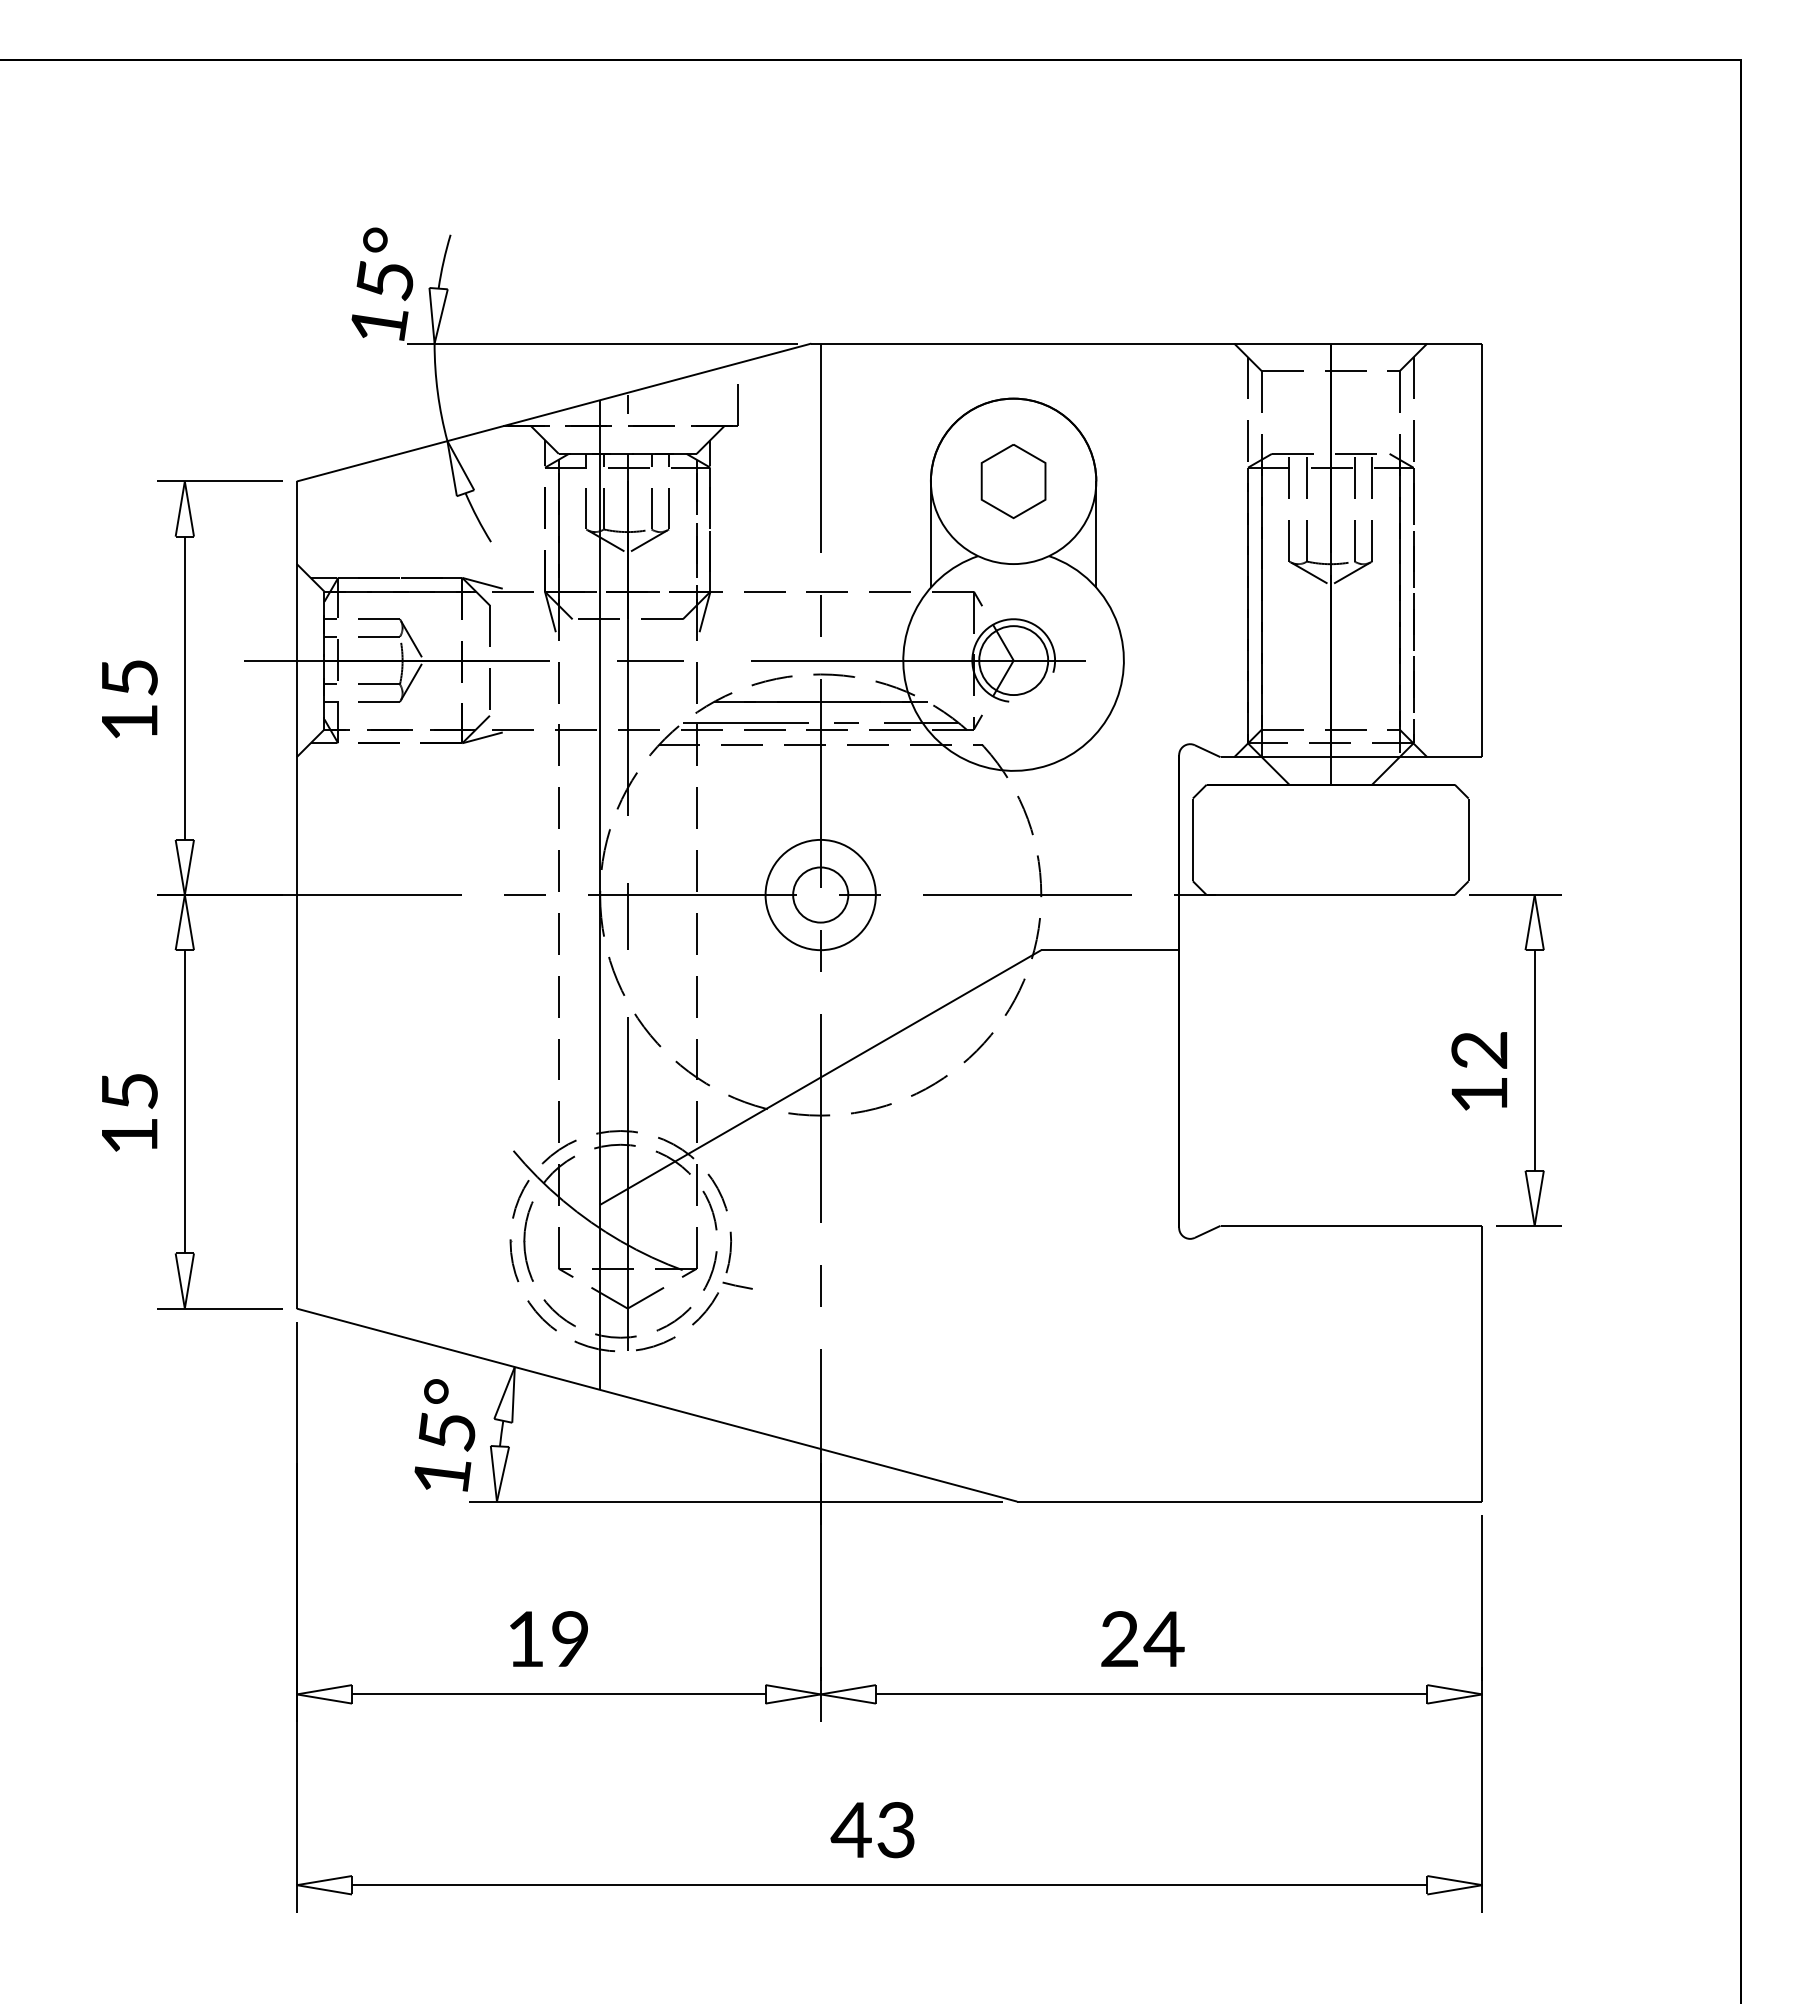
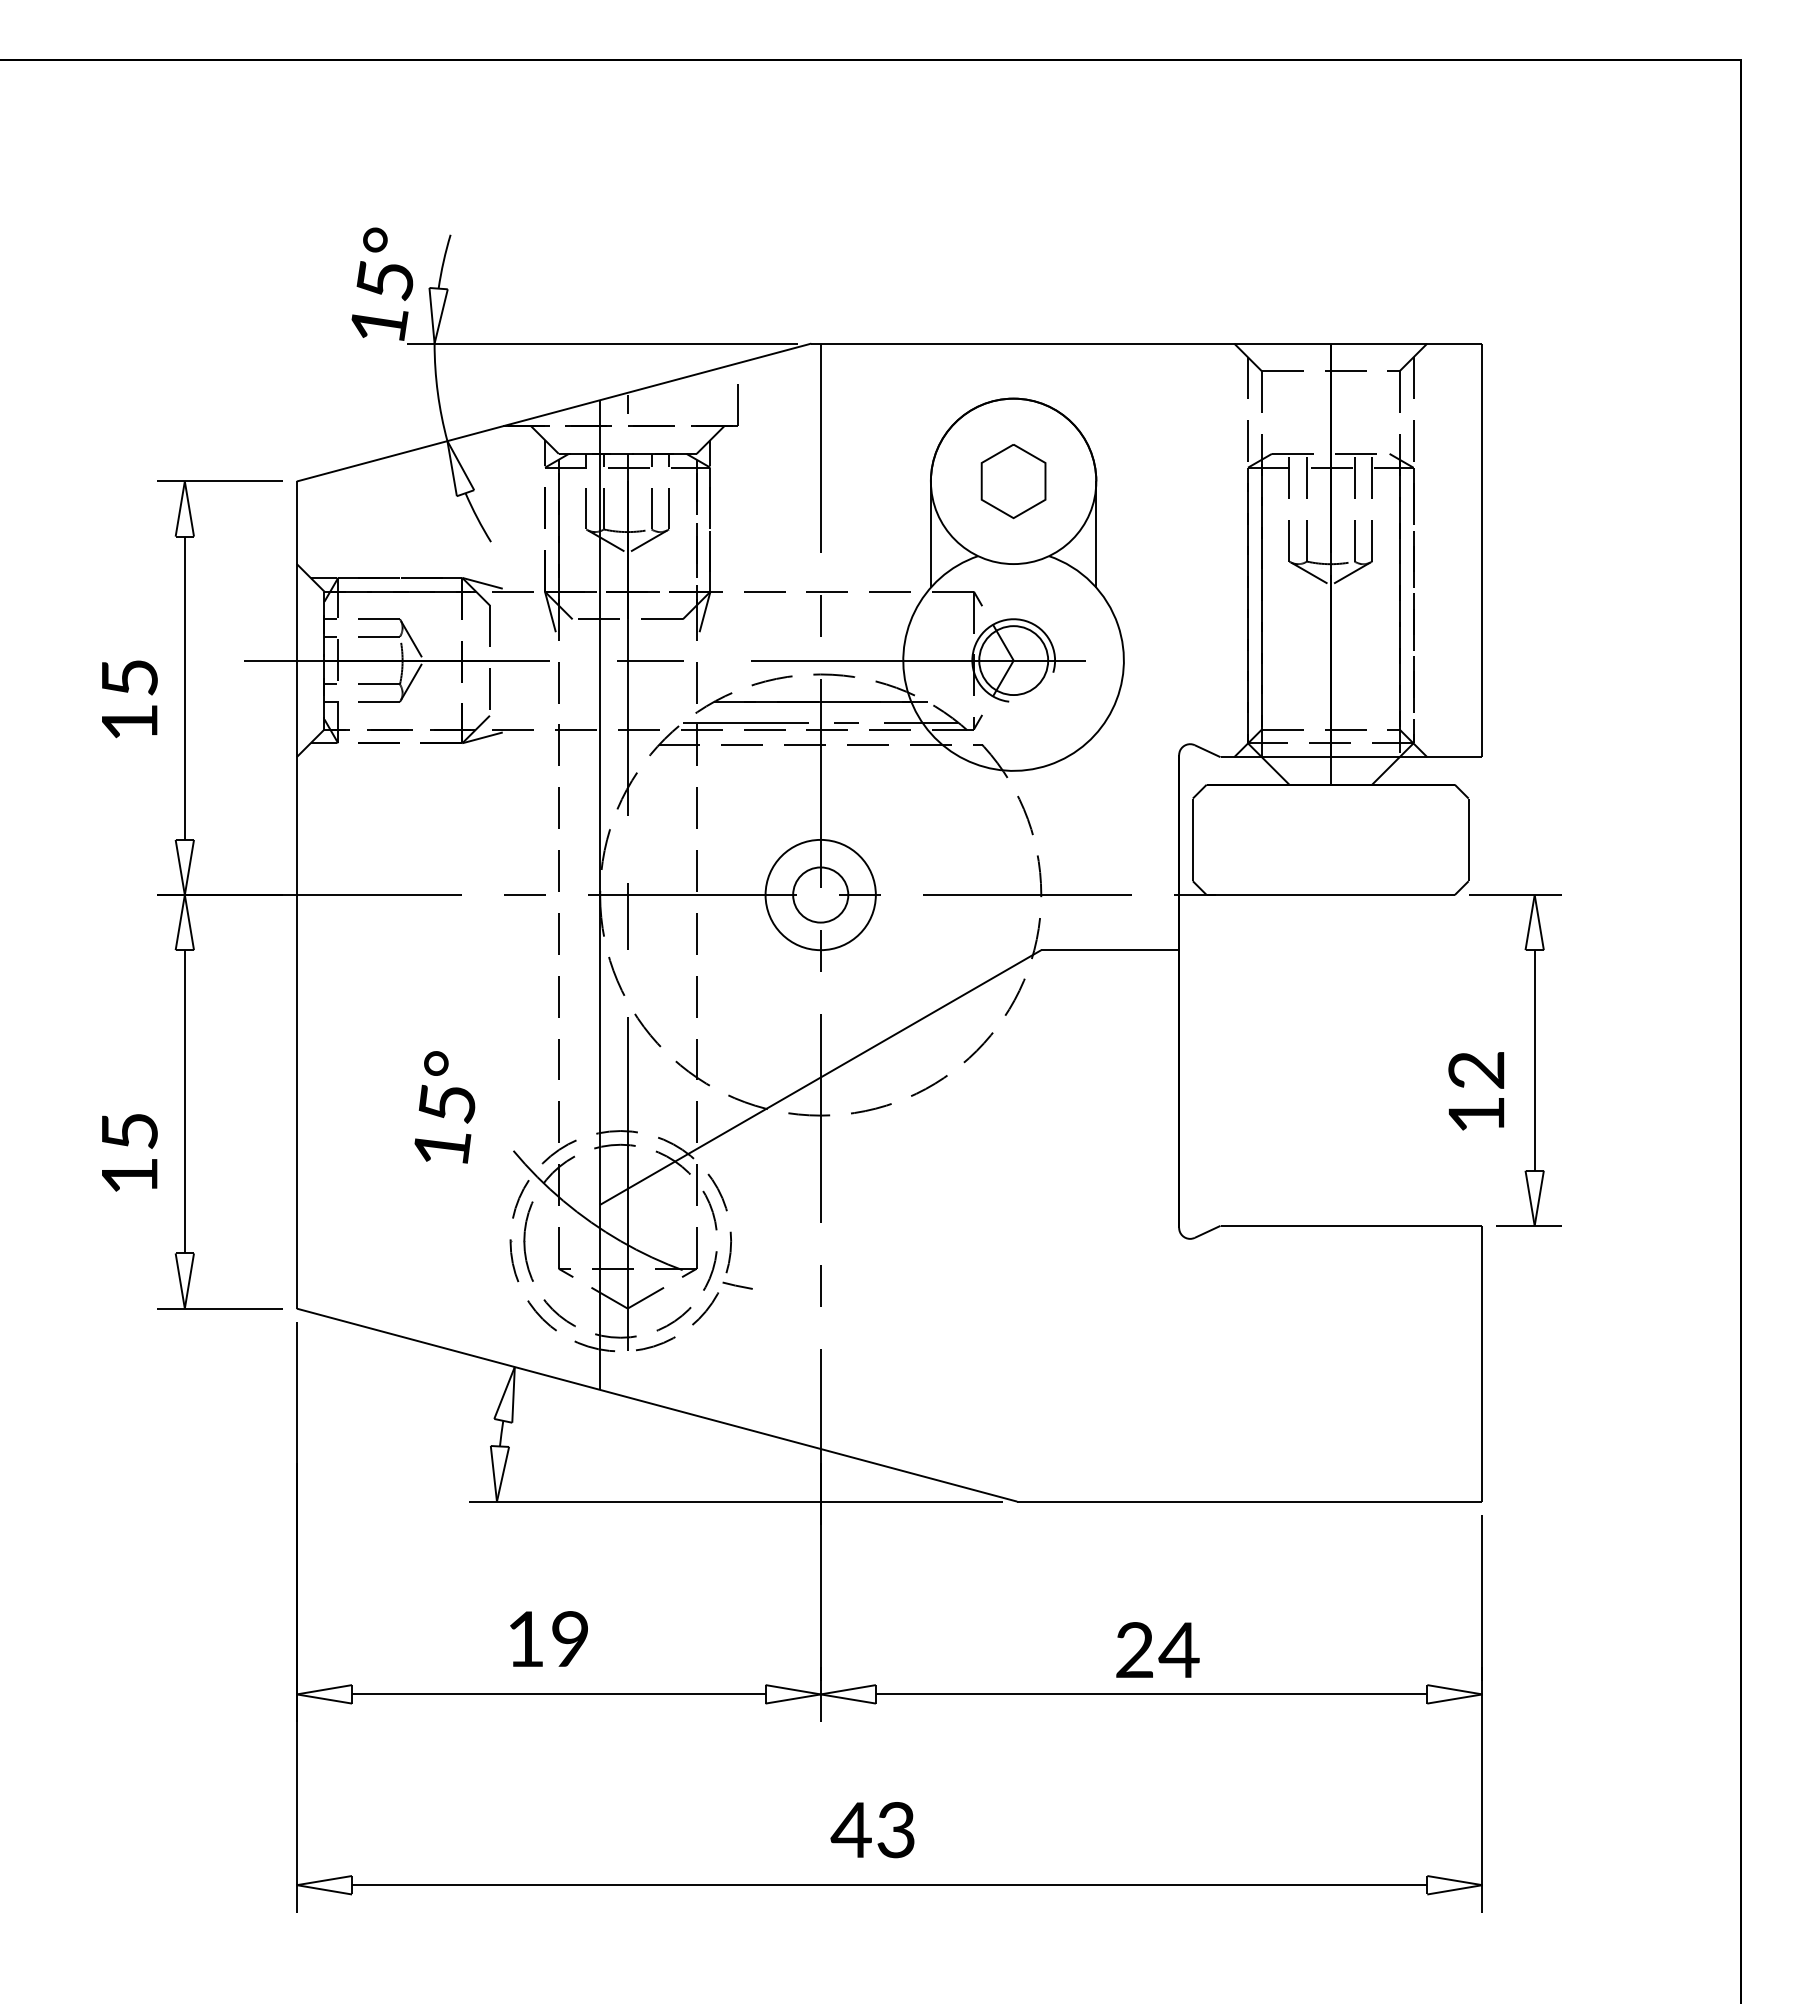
text at (1479, 1071) position: (1479, 1071) -> (1476, 1091)
text at (129, 1112) position: (129, 1112) -> (129, 1152)
text at (444, 1435) position: (444, 1435) -> (444, 1107)
text at (1142, 1638) position: (1142, 1638) -> (1157, 1649)
